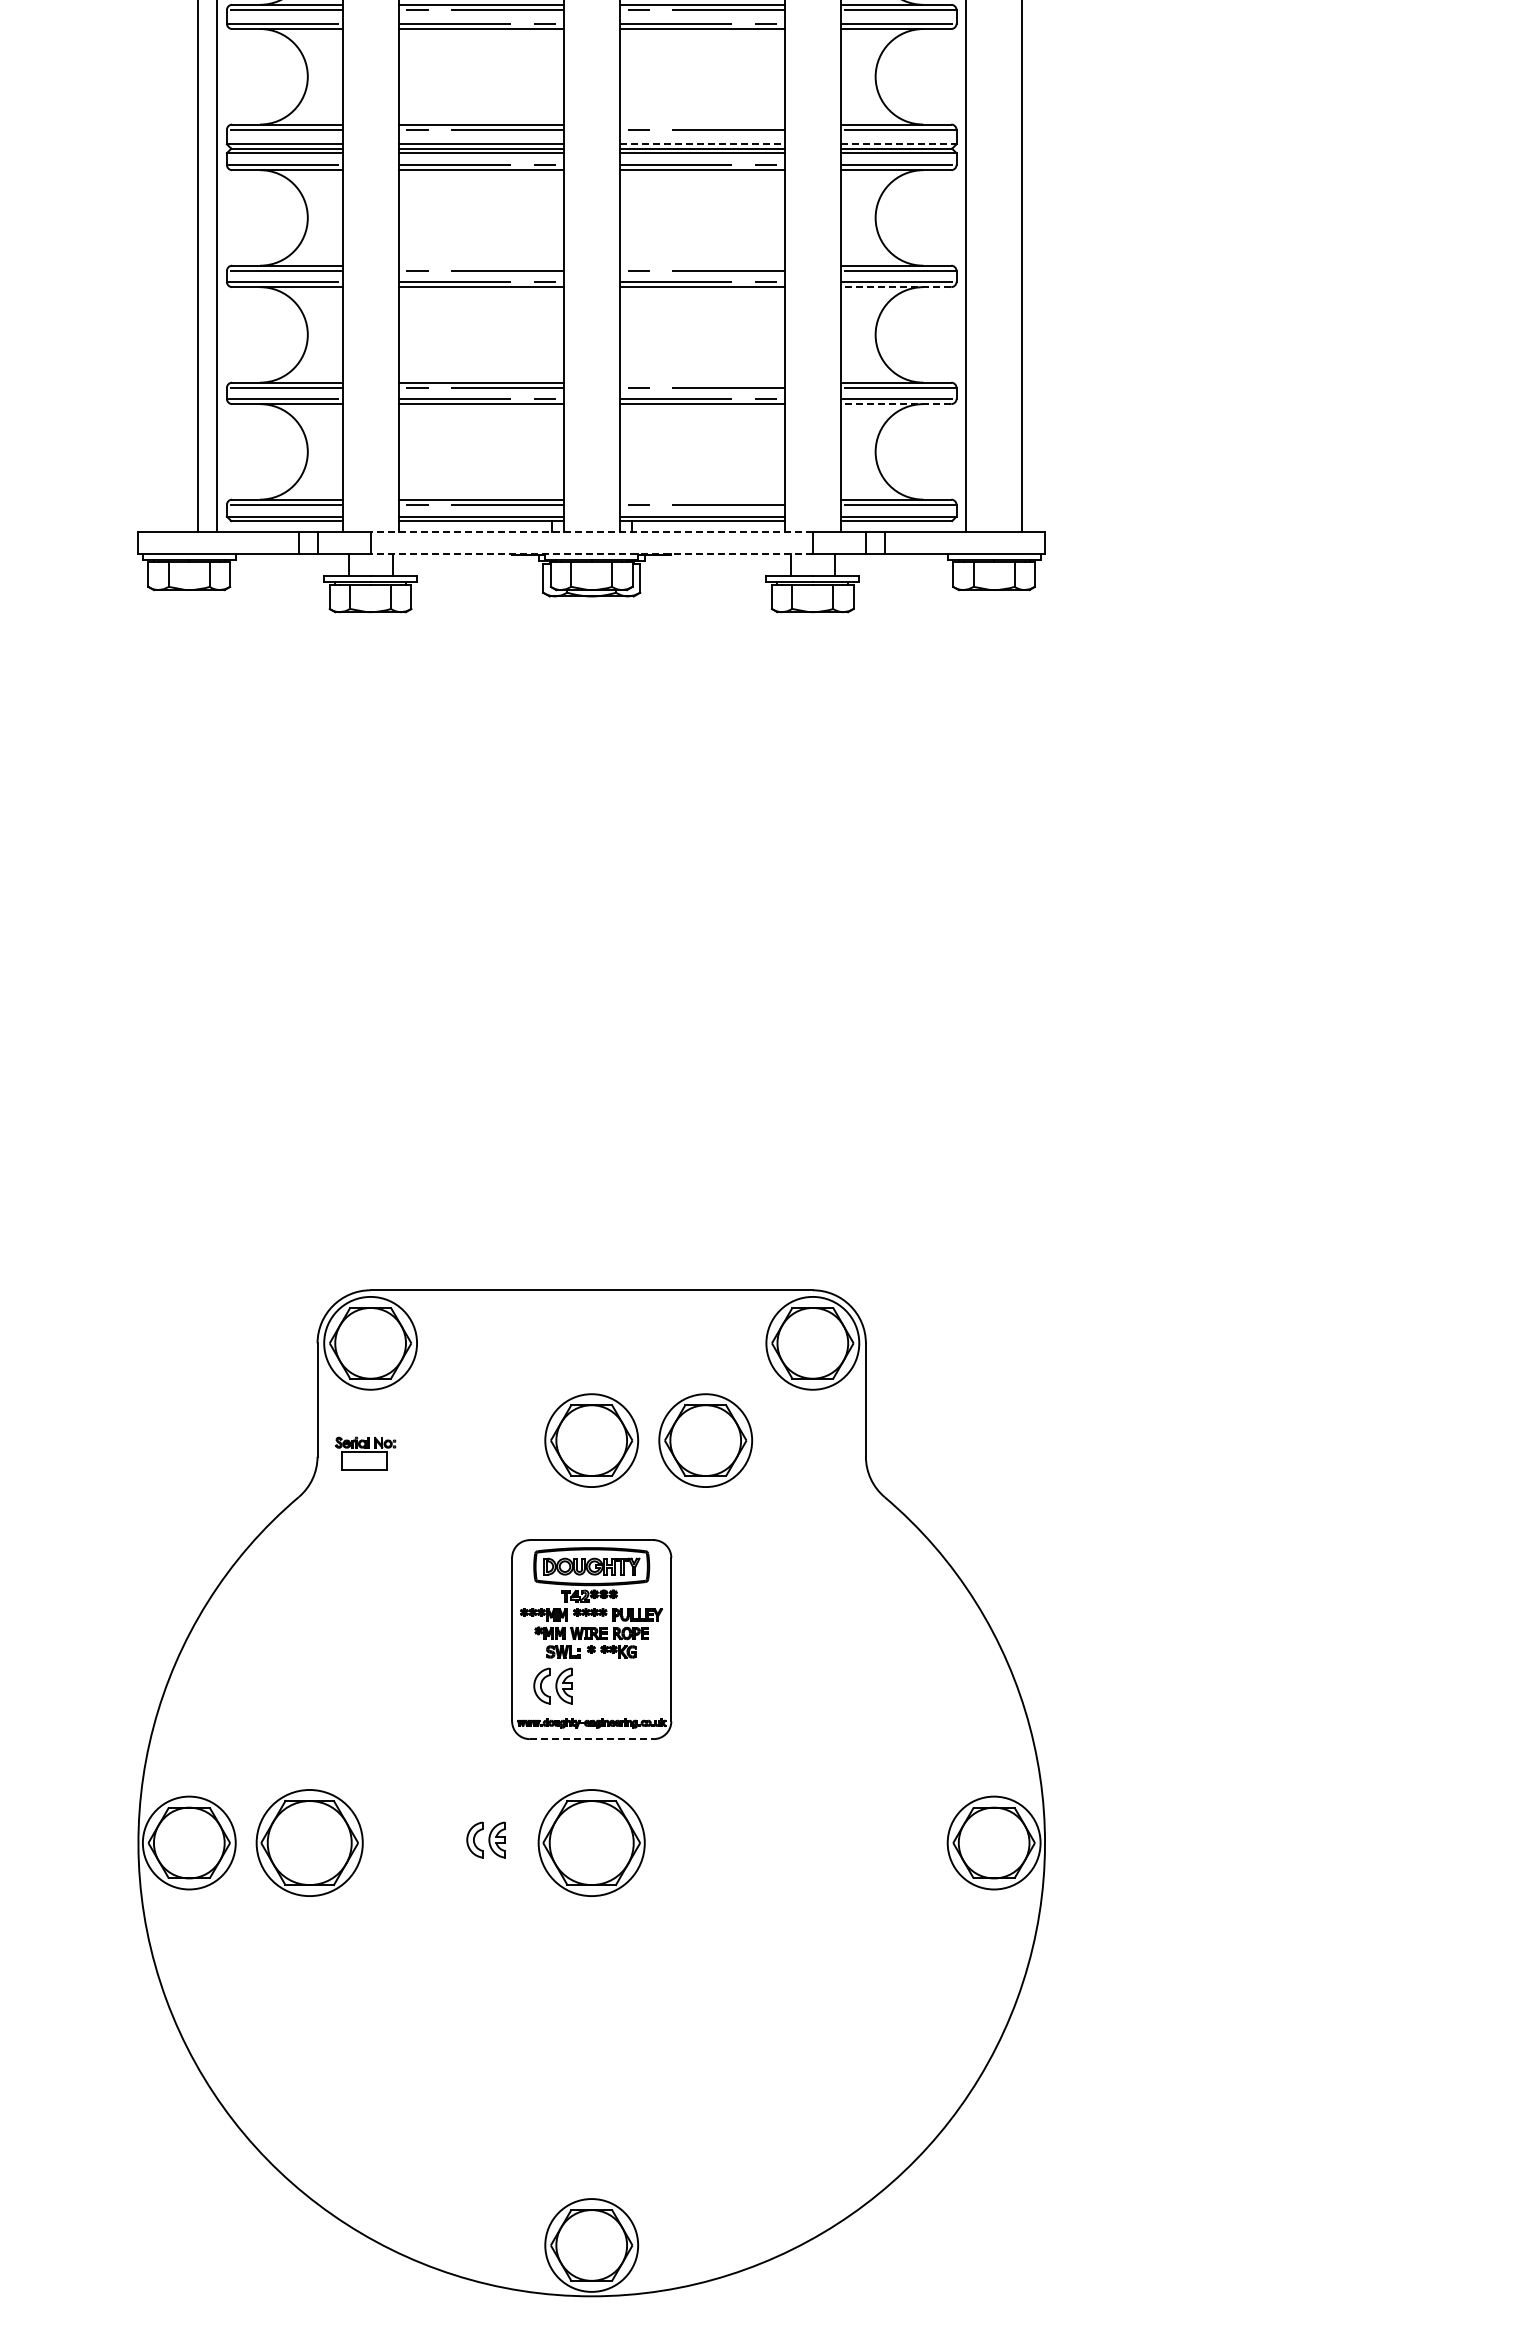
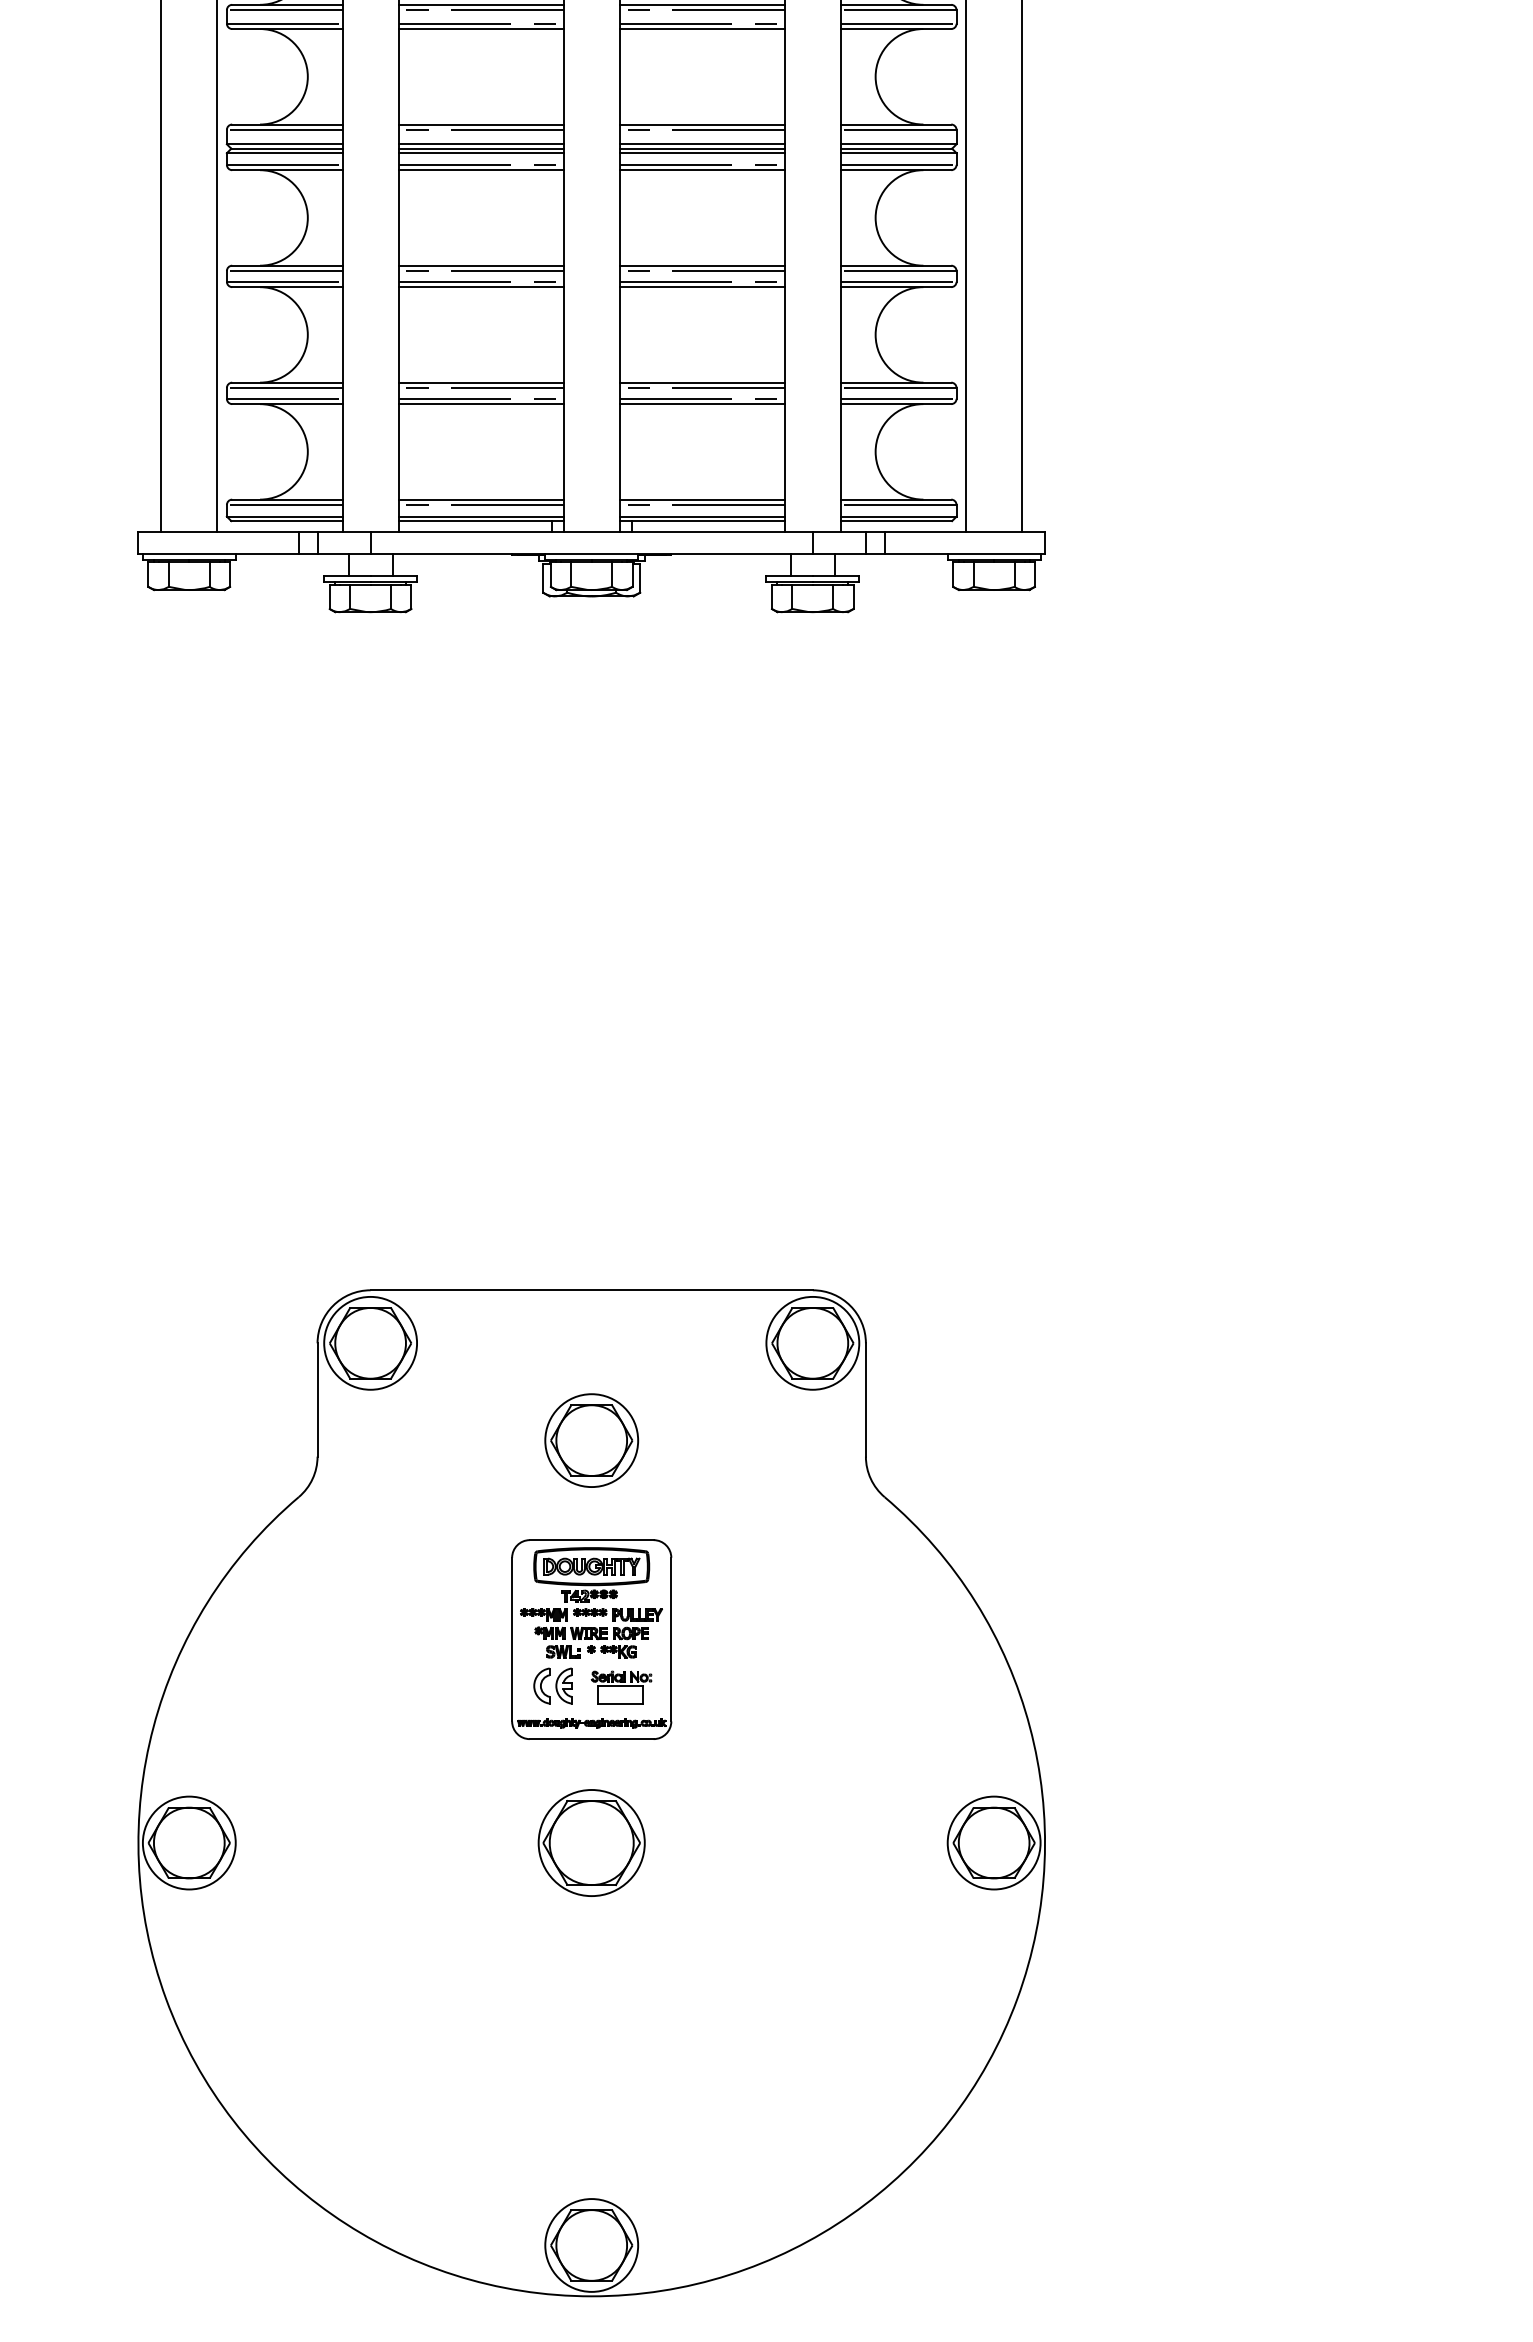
line at (701, 124): none -> present
line at (702, 144): dashed -> solid
line at (898, 144): dashed -> solid
line at (480, 265): none -> present
line at (701, 265): none -> present
line at (198, 267) position: (198, 267) -> (161, 267)
line at (895, 287): dashed -> solid
line at (701, 382): none -> present
line at (895, 404): dashed -> solid
line at (701, 499): none -> present
line at (591, 532): dashed -> solid
line at (591, 554): dashed -> solid
part at (705, 1440): present -> none
part at (365, 1453) position: (365, 1453) -> (621, 1687)
line at (591, 1739): dashed -> solid
part at (485, 1839): present -> none
part at (309, 1842): present -> none
